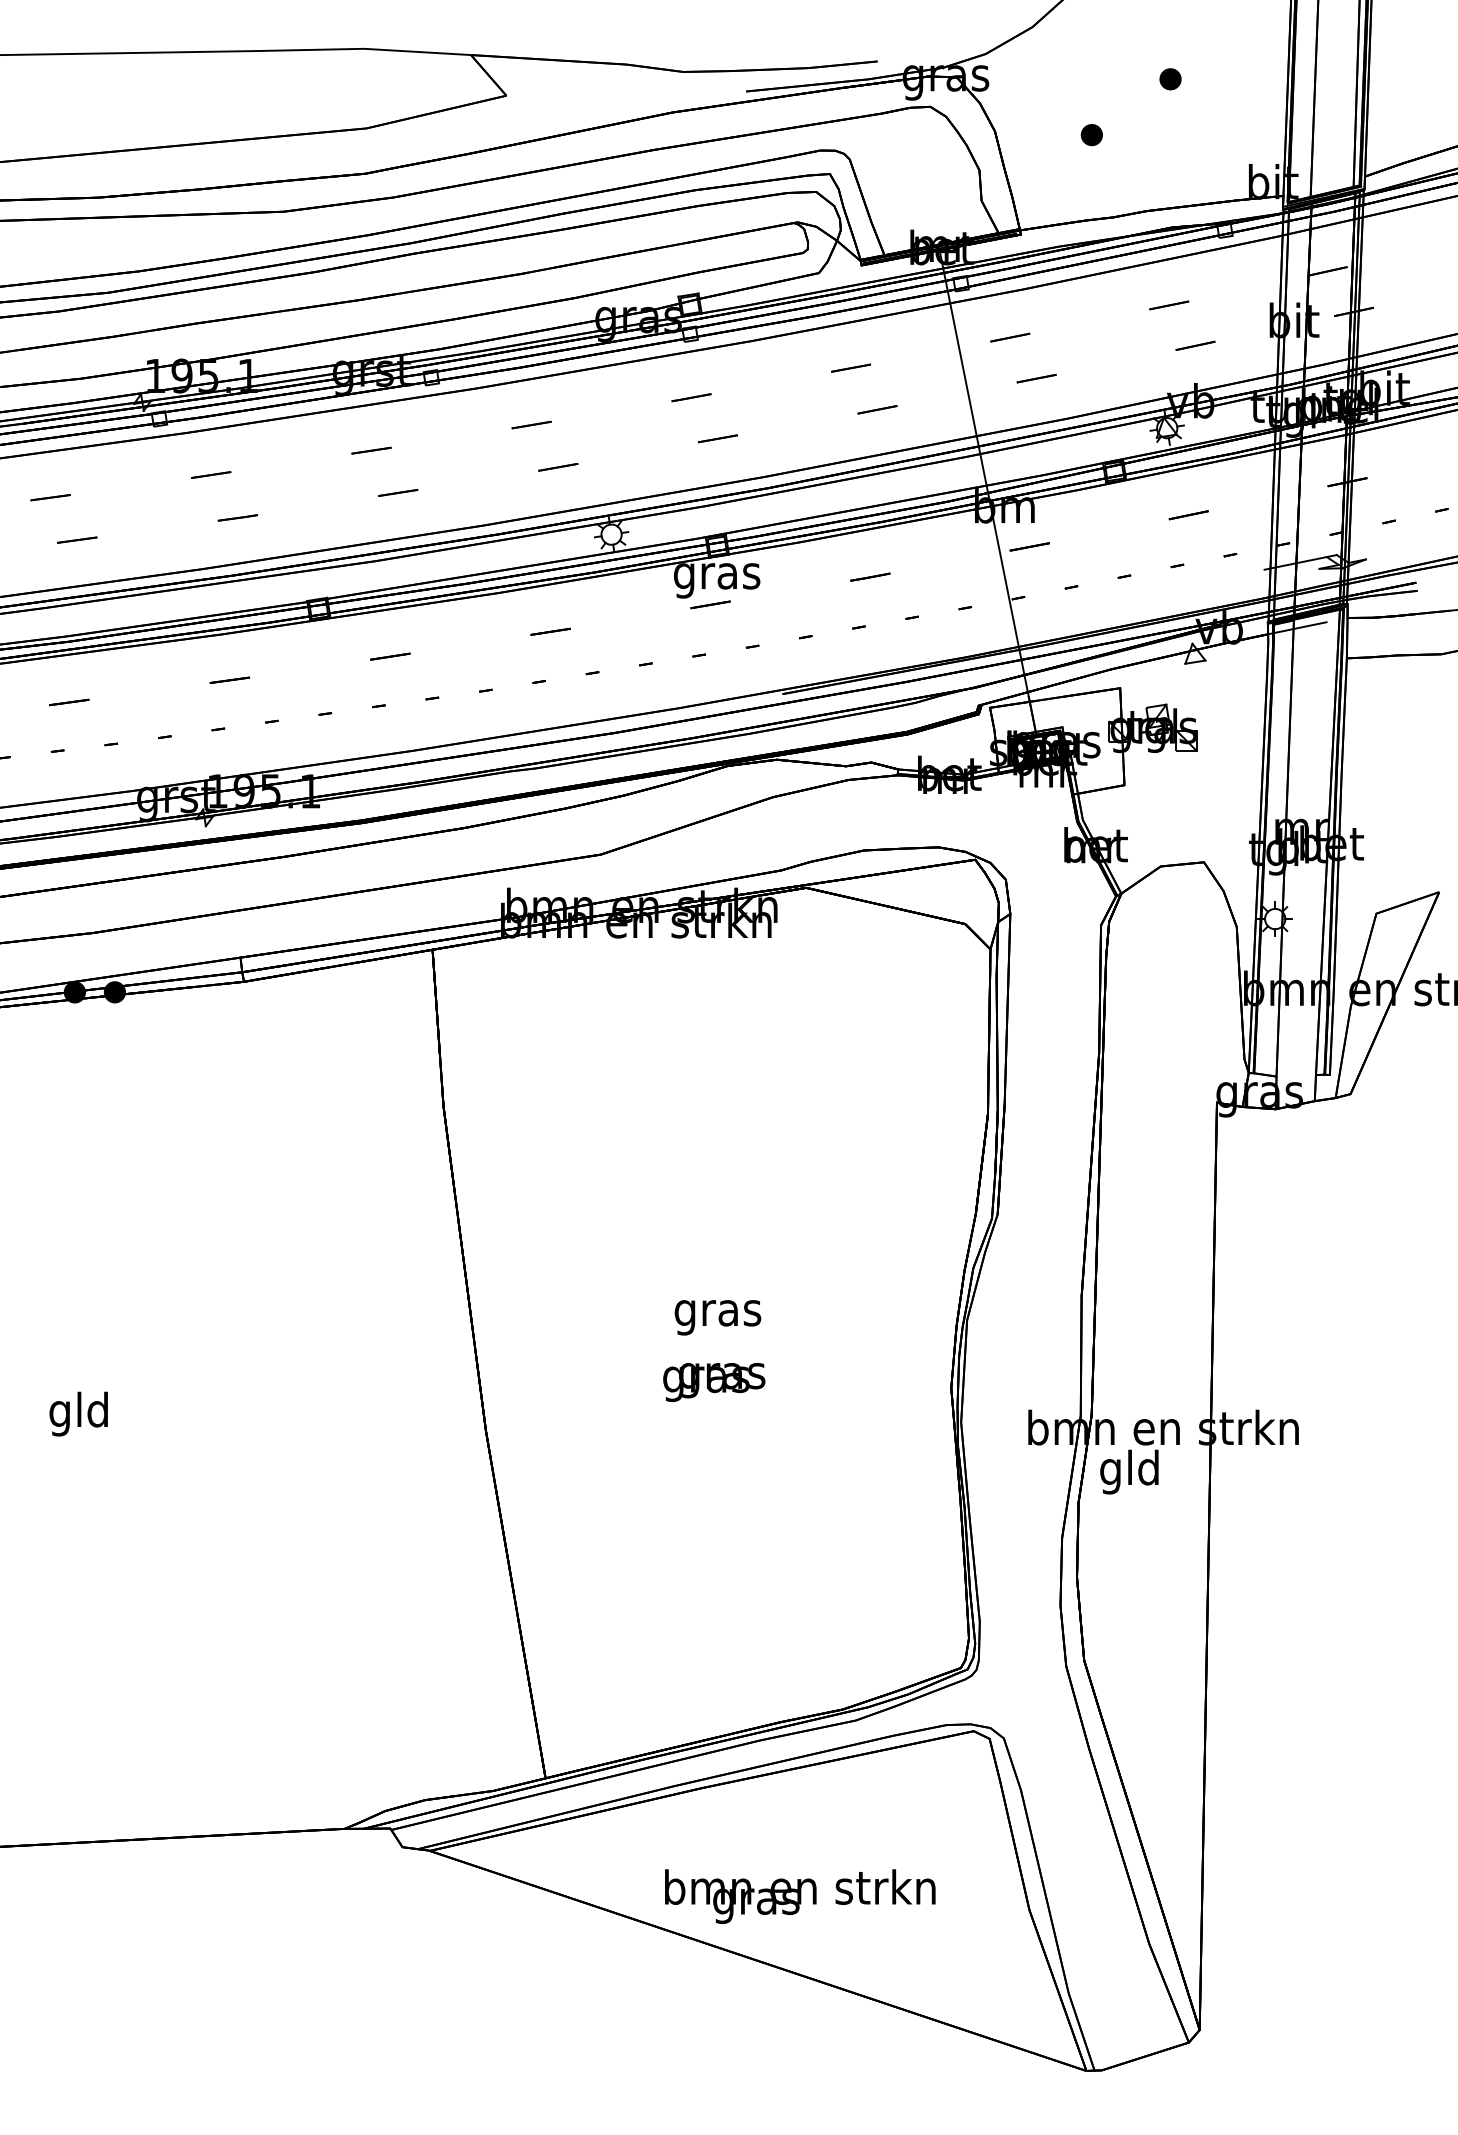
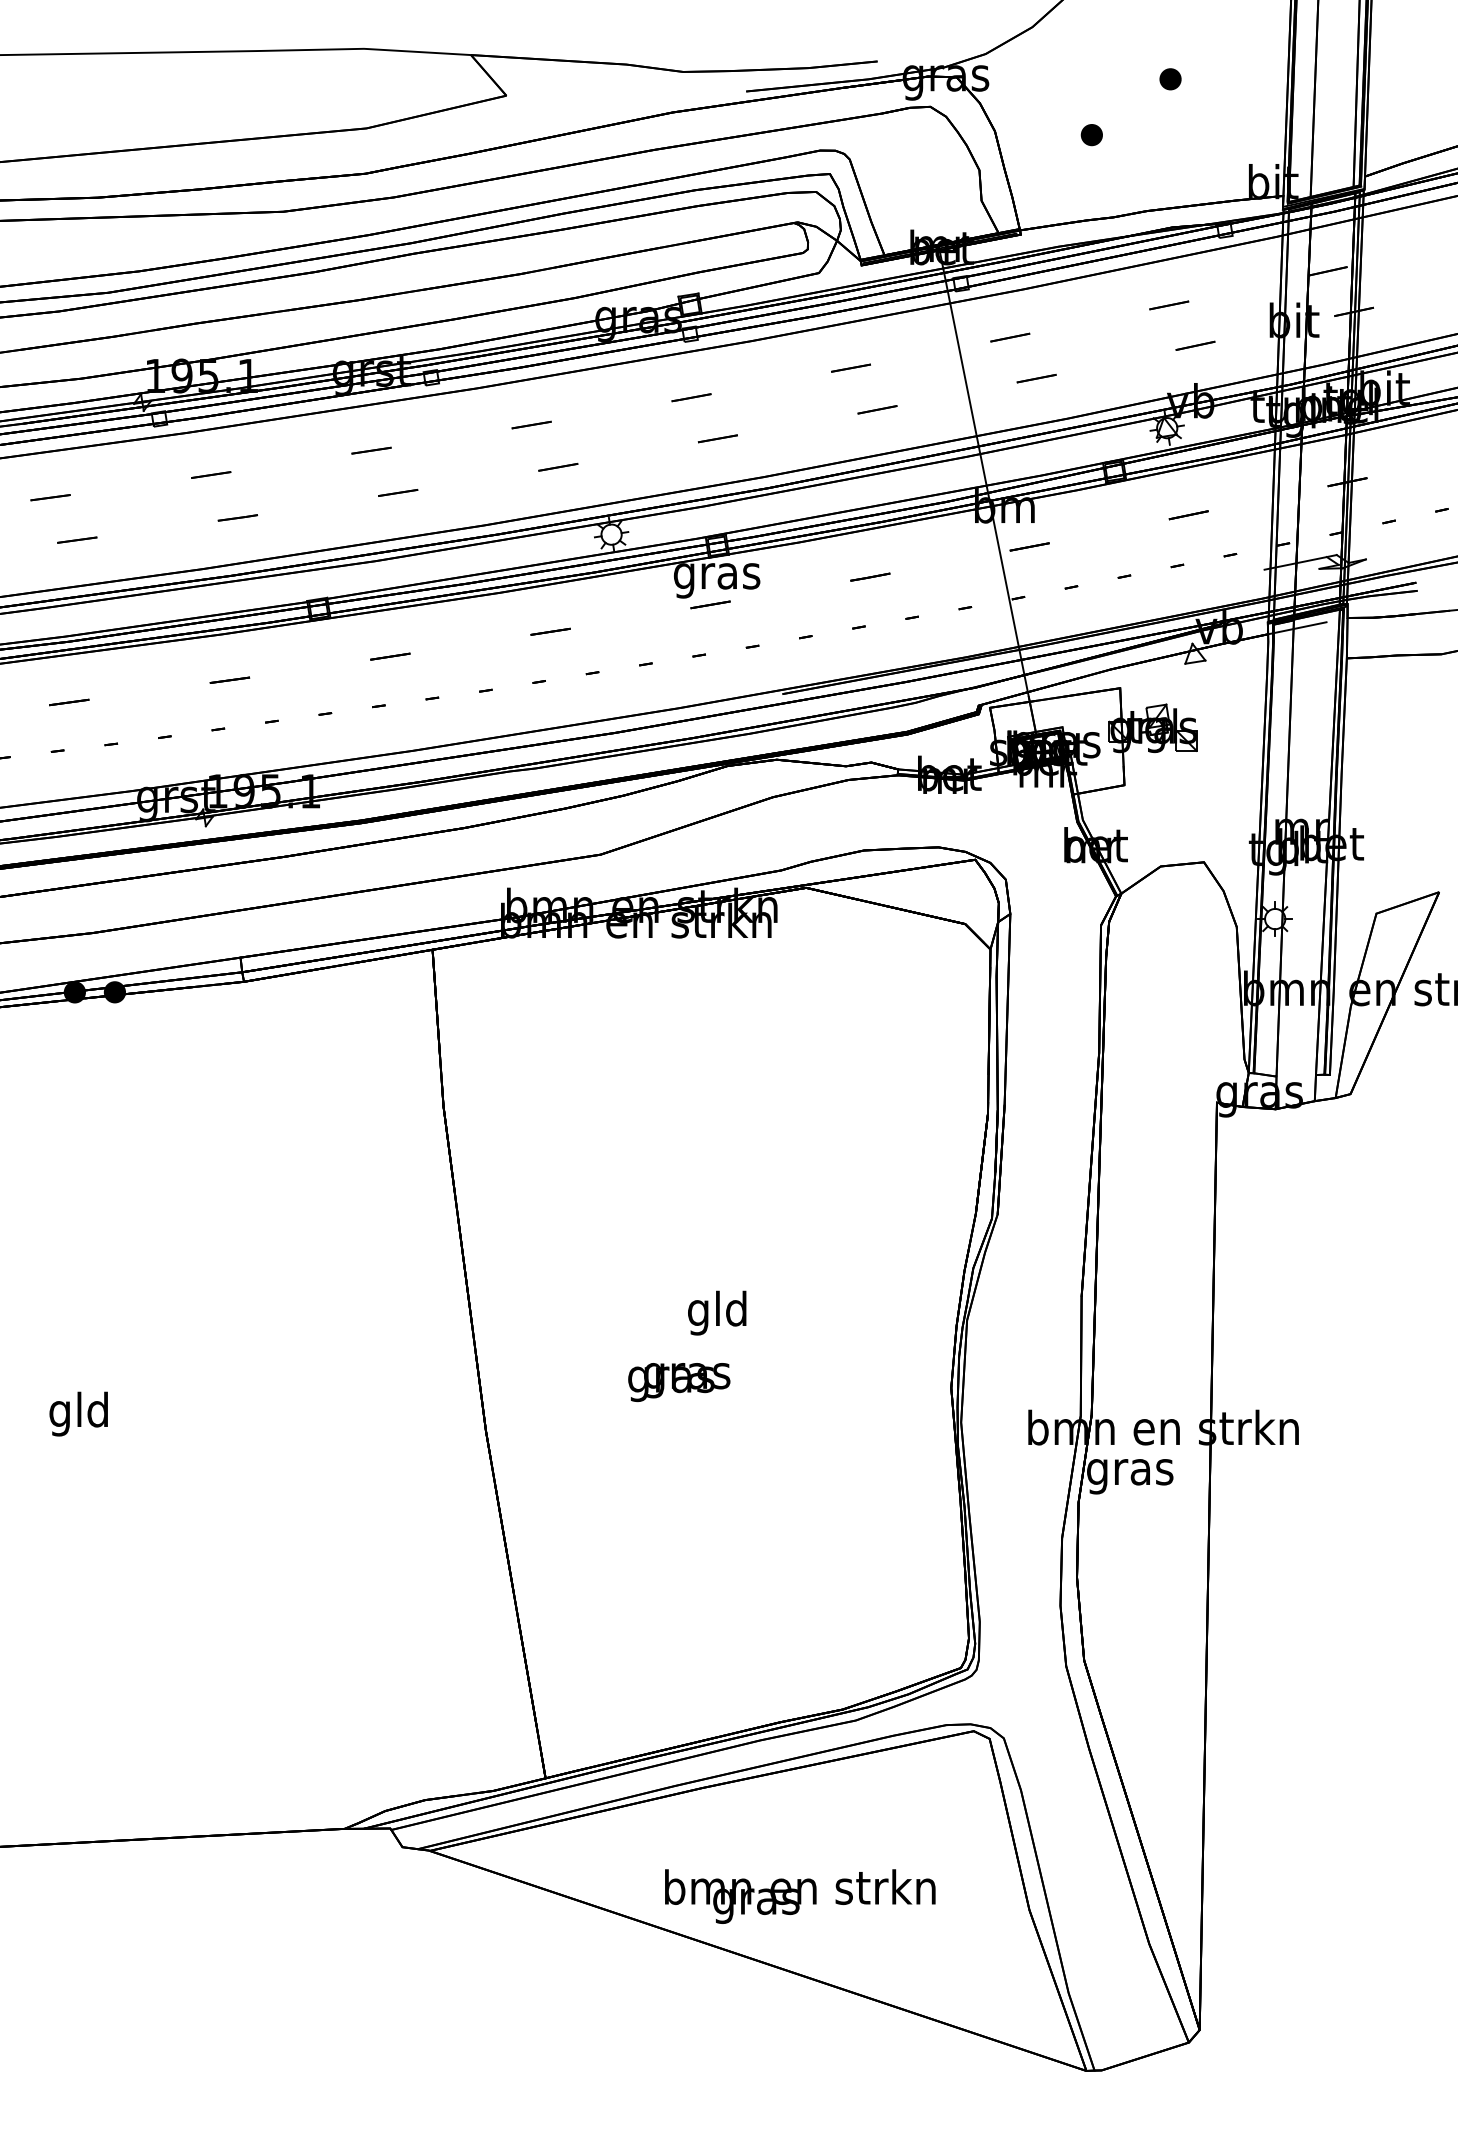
text at (717, 1312): gras -> gld
text at (714, 1382) position: (714, 1382) -> (679, 1382)
text at (1130, 1471): gld -> gras
